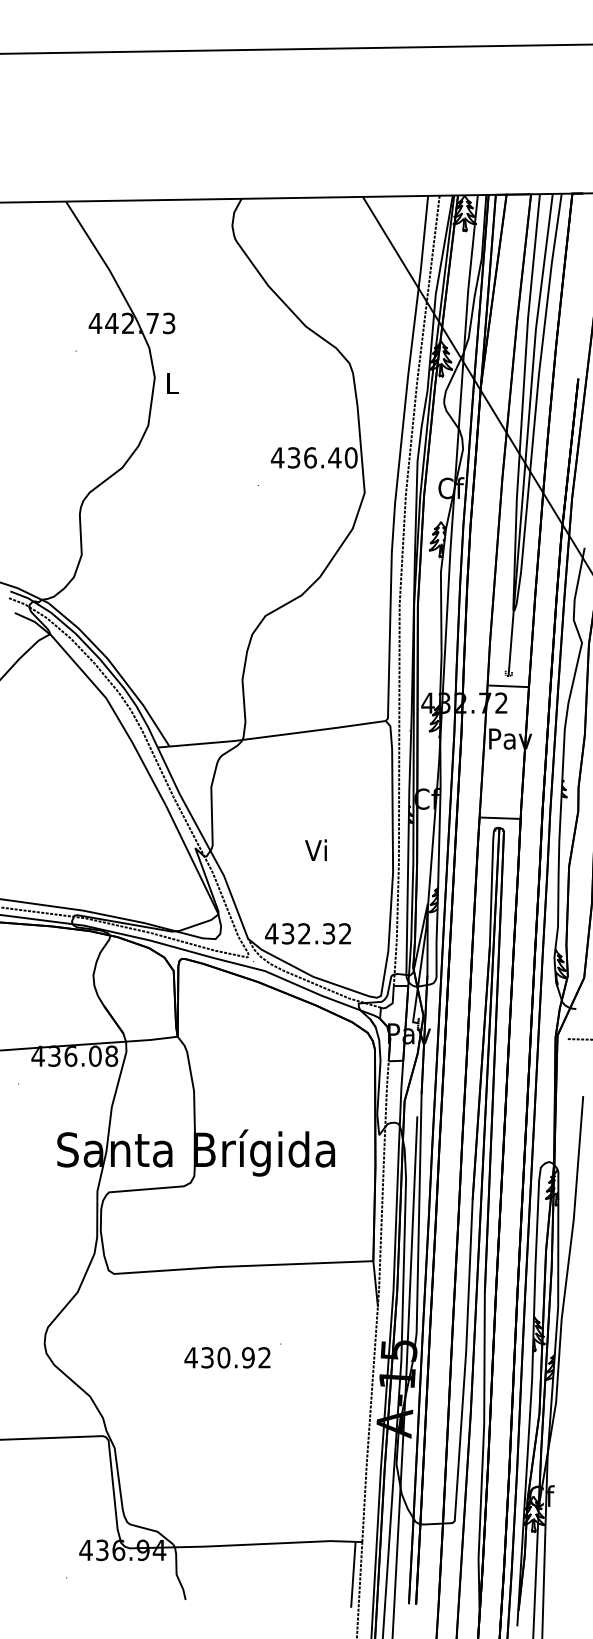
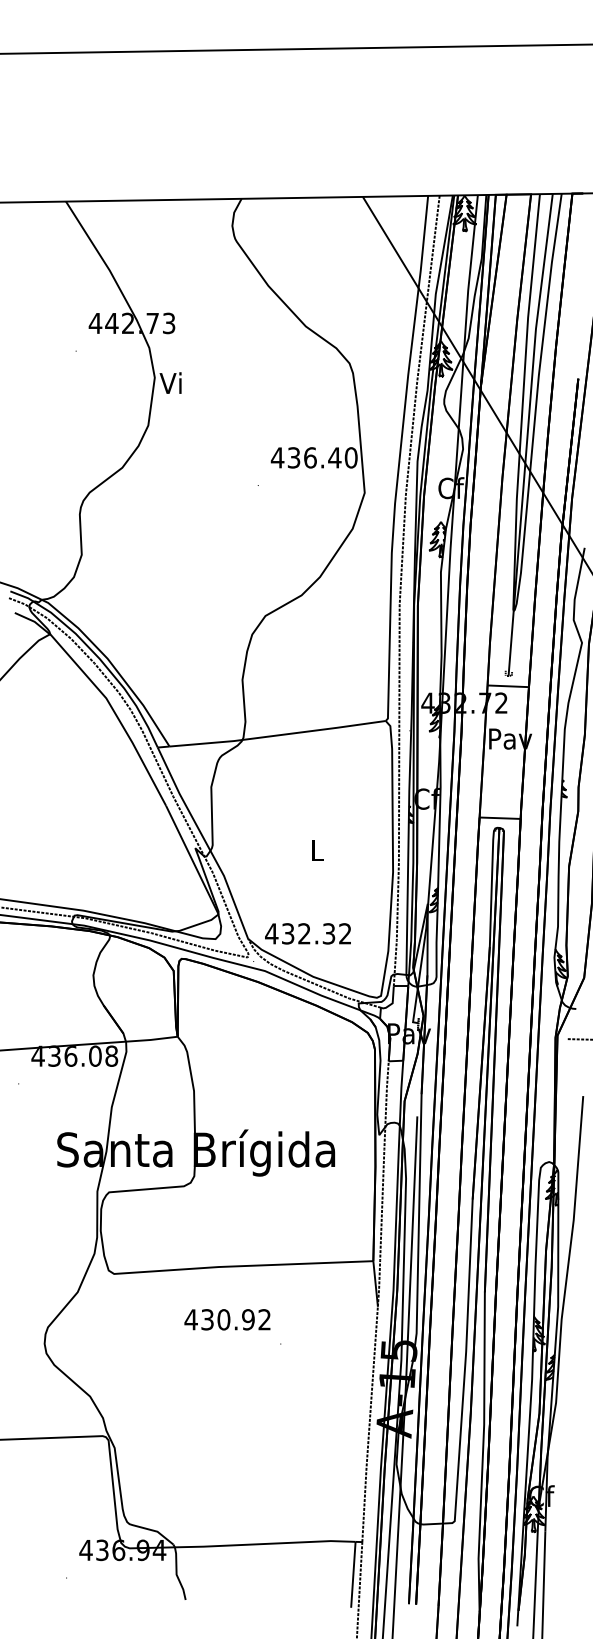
text at (170, 382): L -> Vi
text at (315, 849): Vi -> L
text at (227, 1357) position: (227, 1357) -> (227, 1319)
